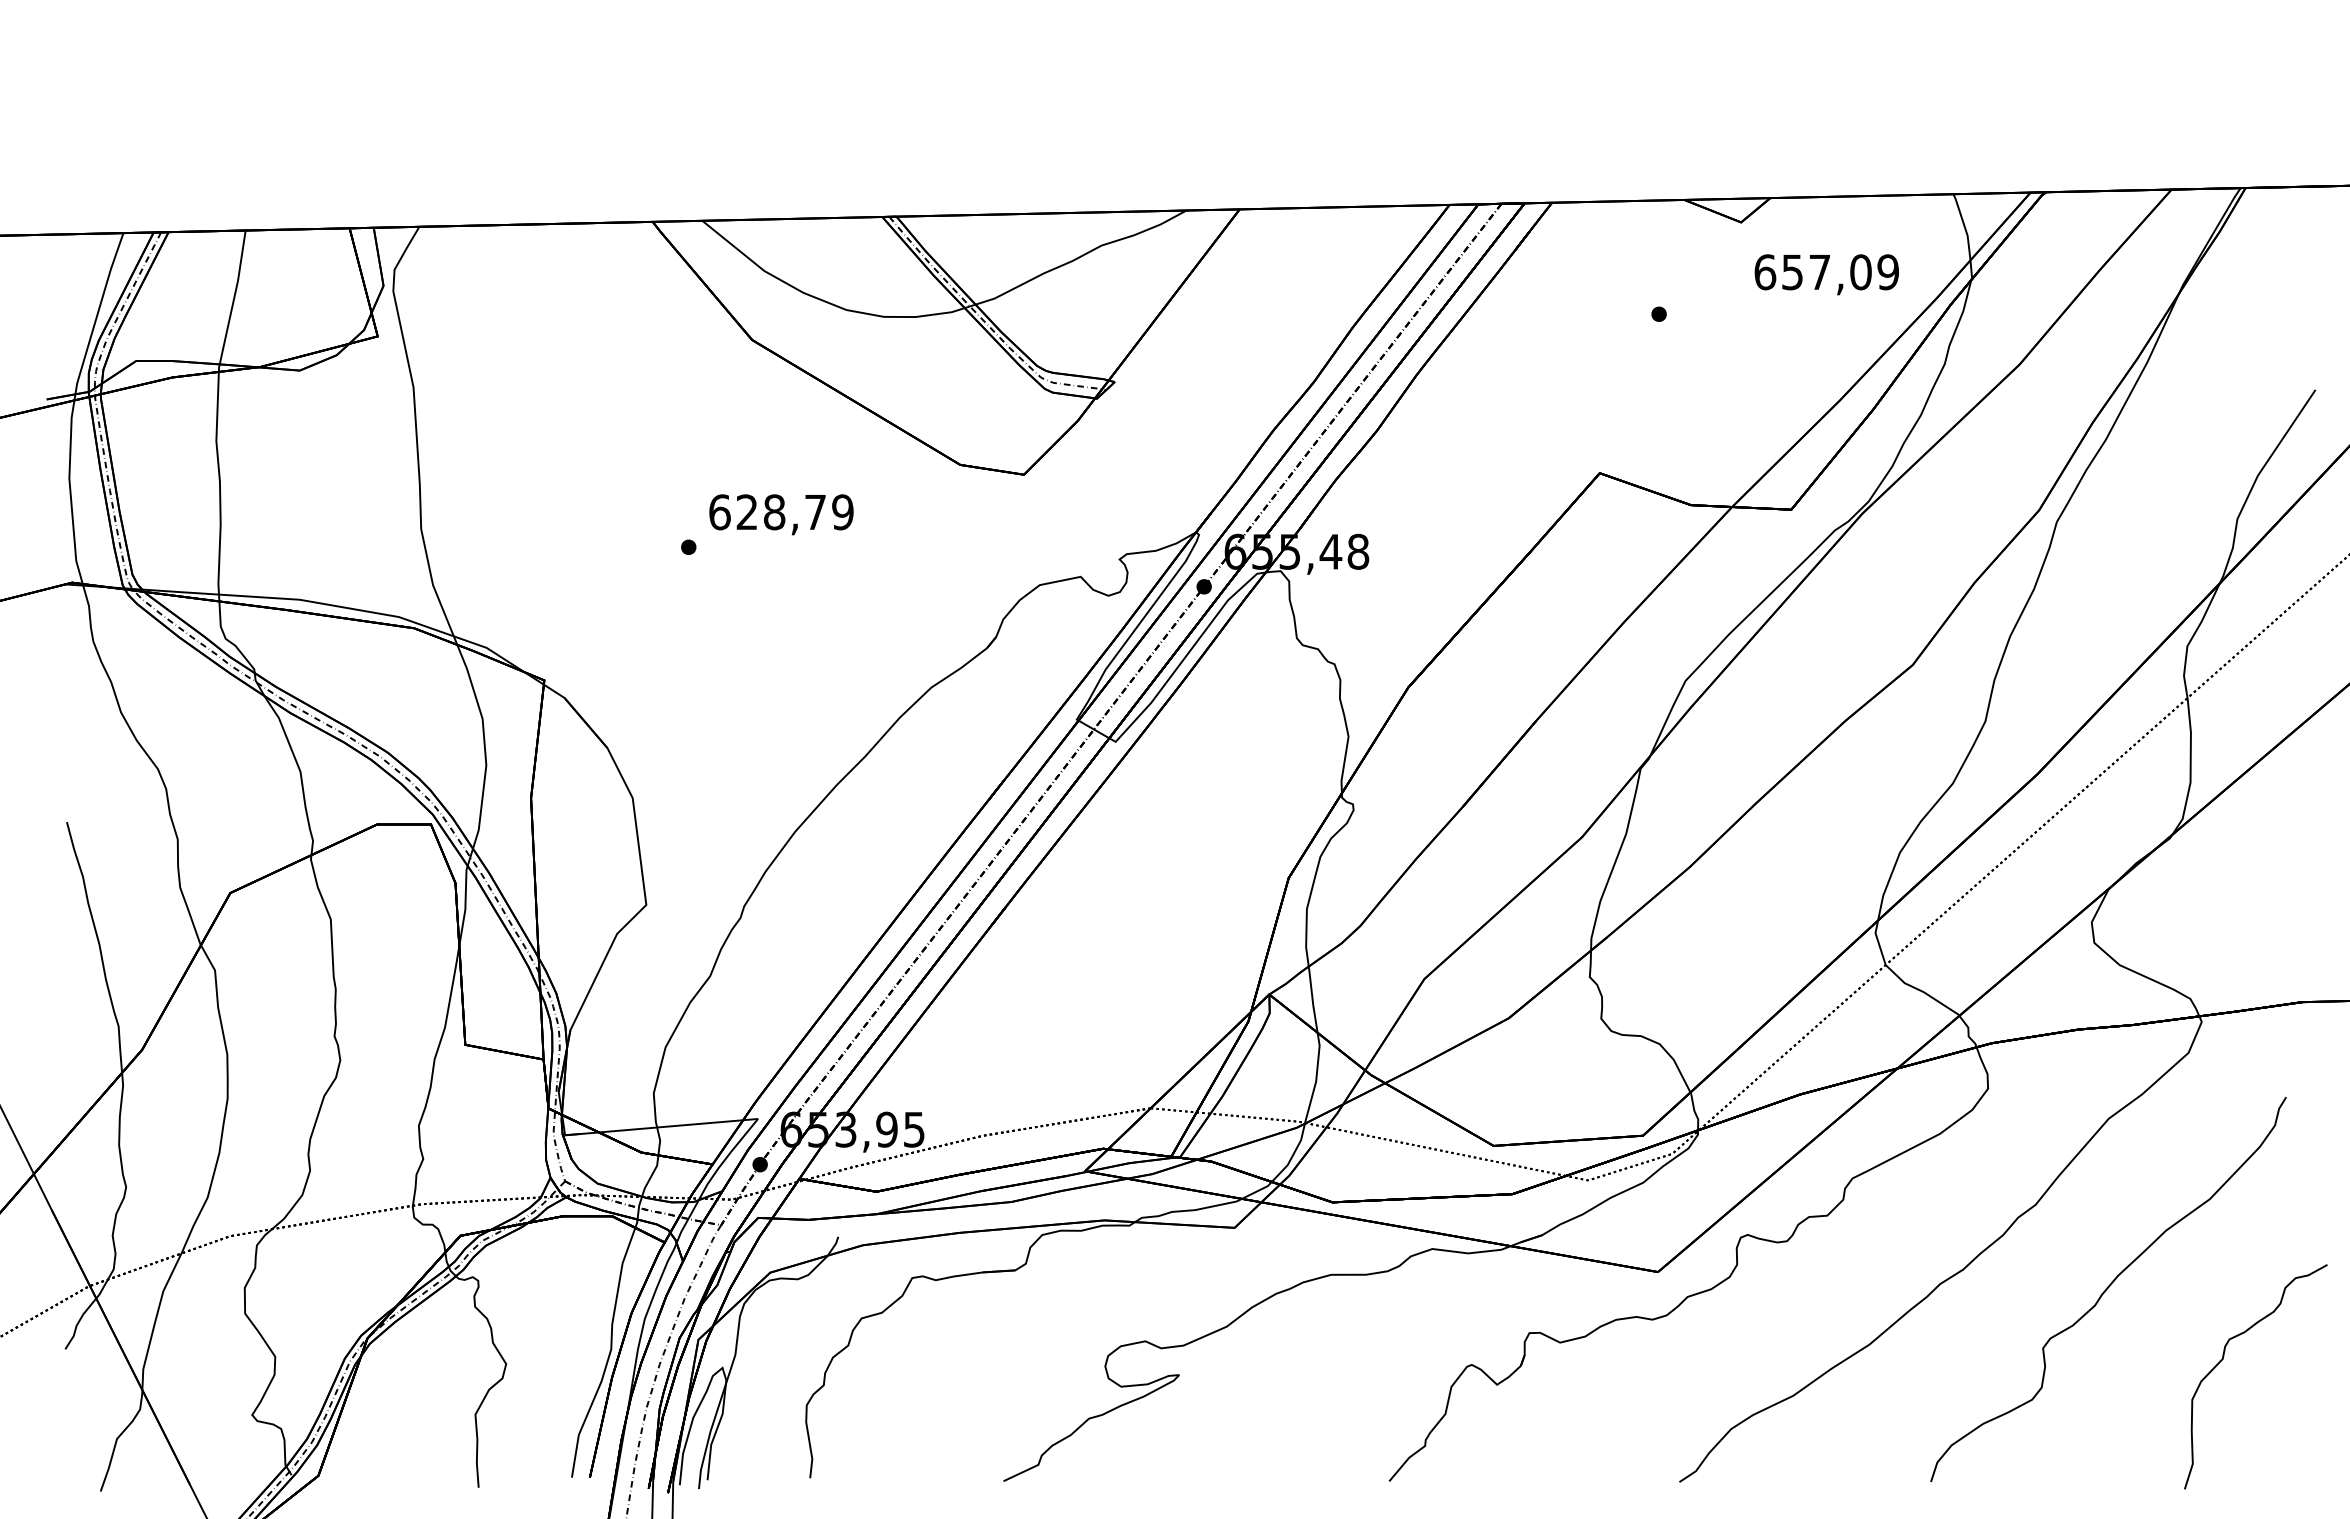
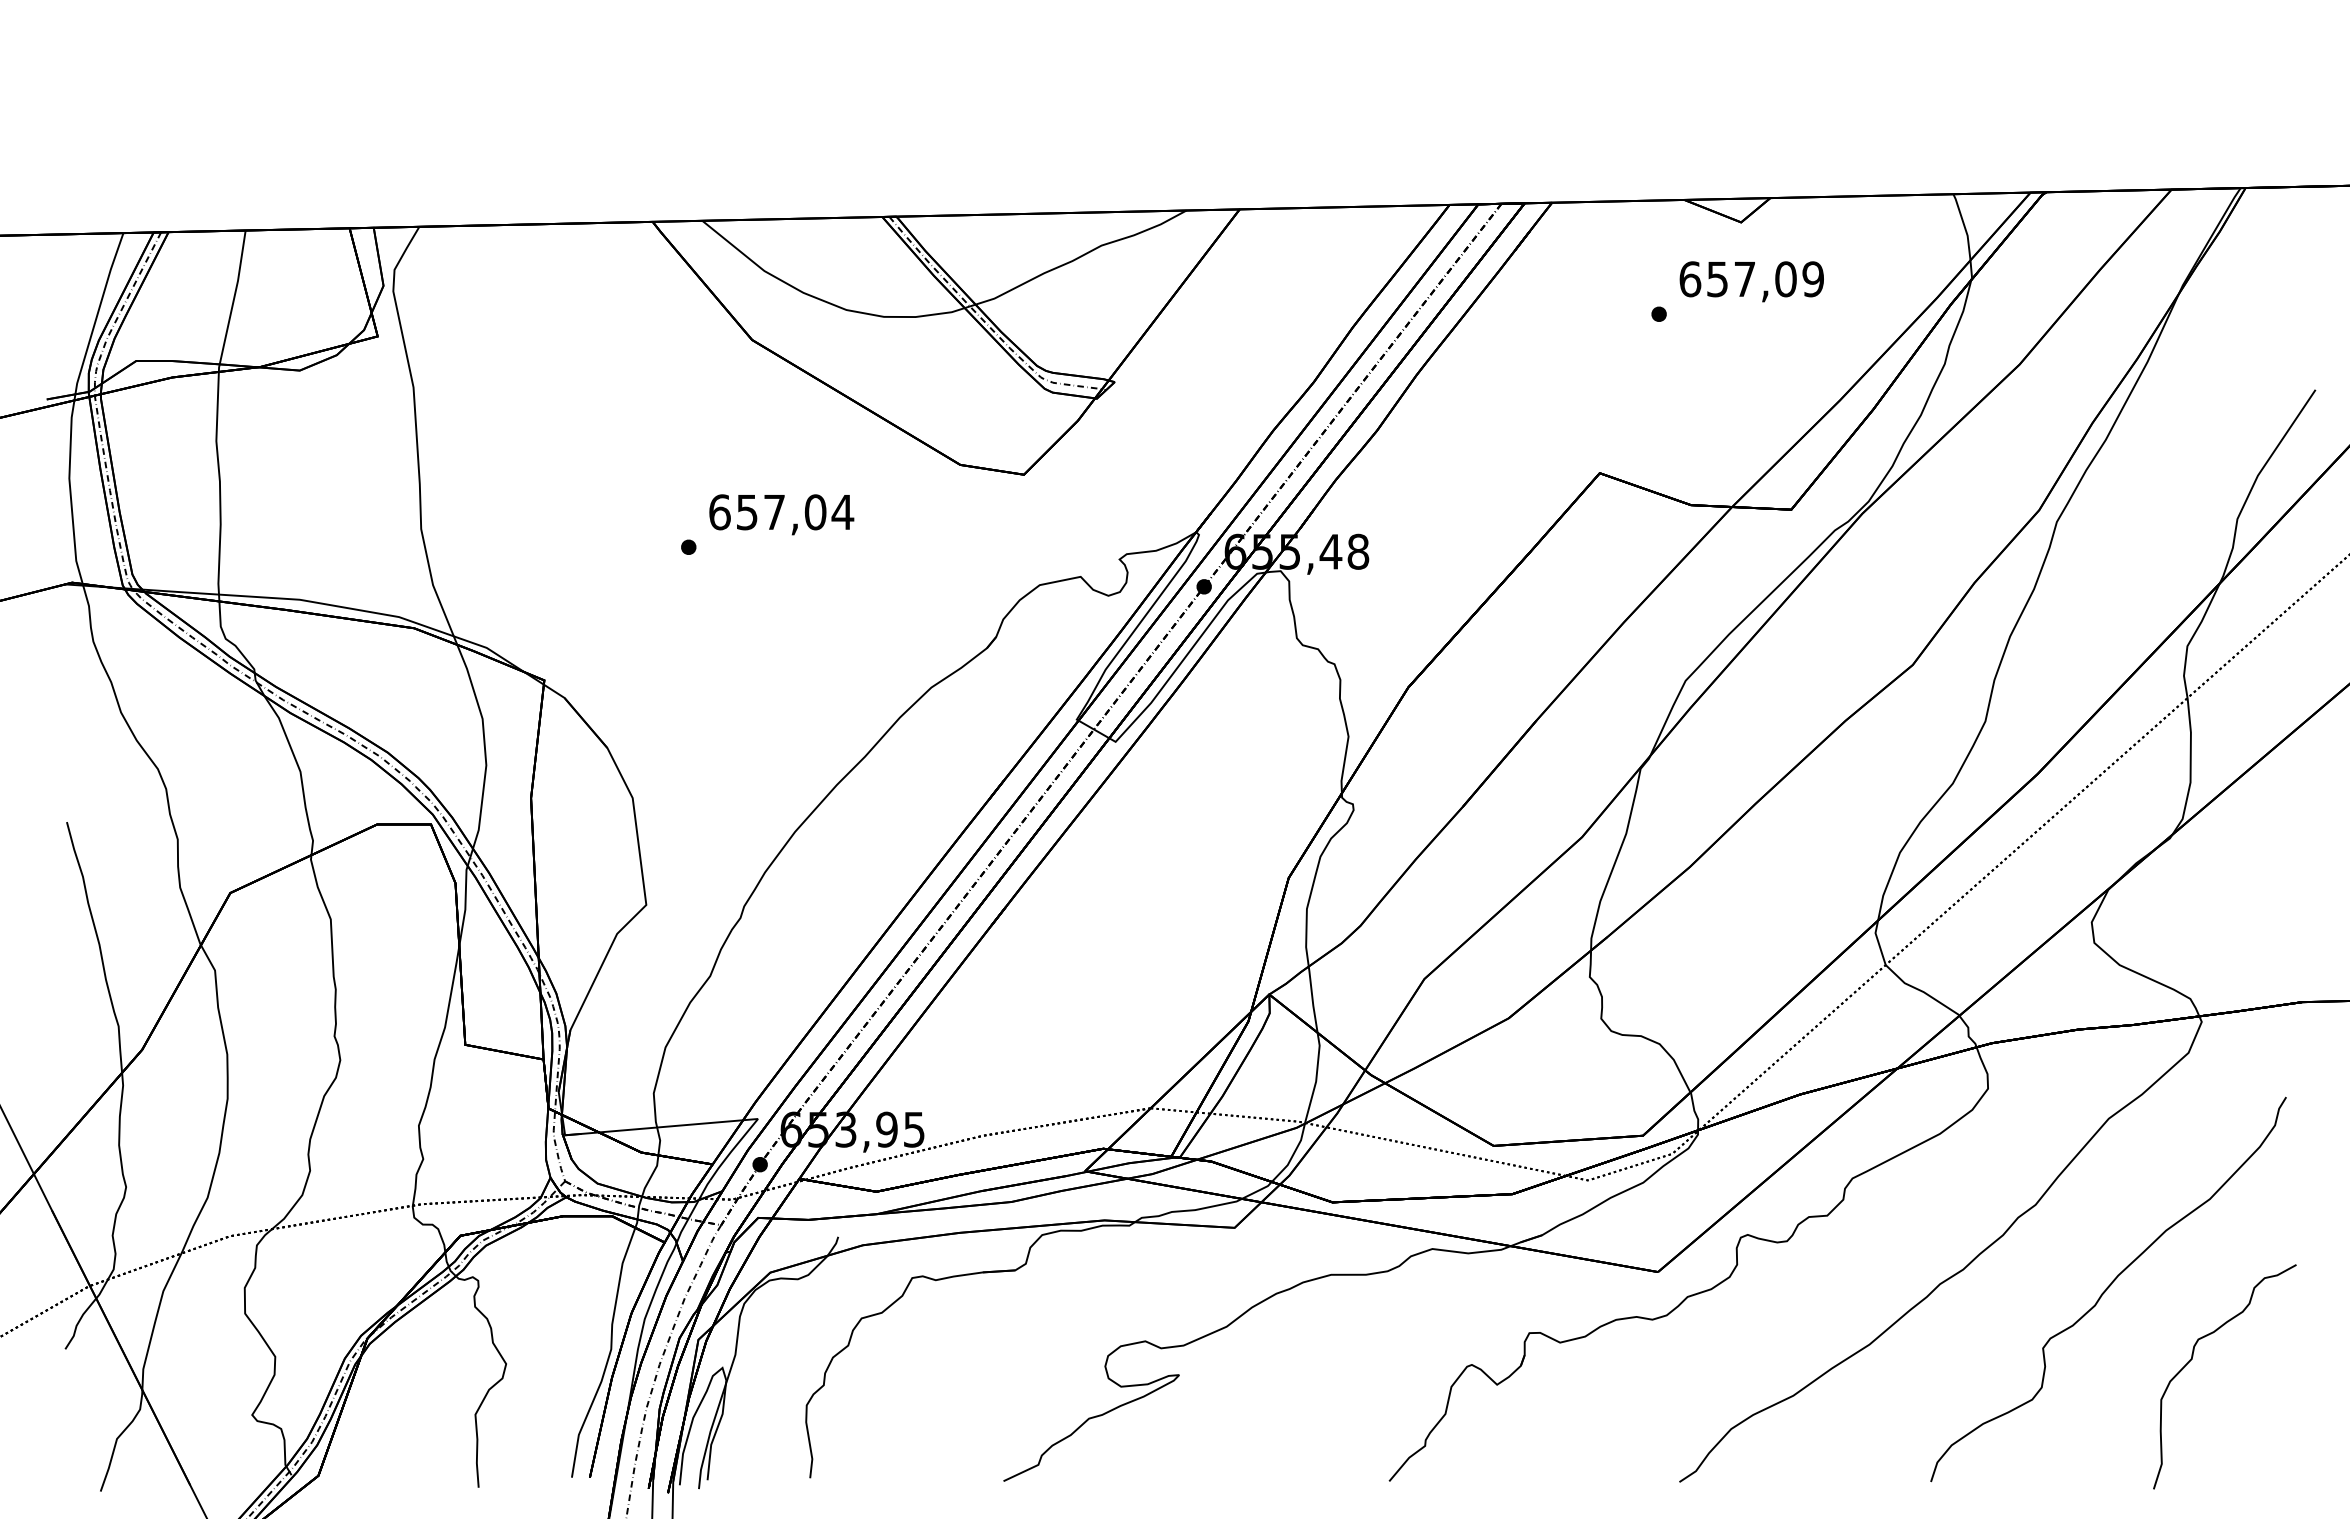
text at (1826, 274) position: (1826, 274) -> (1751, 281)
text at (795, 512): 628,79 -> 657,04
curve at (2223, 1359) position: (2223, 1359) -> (2192, 1359)
